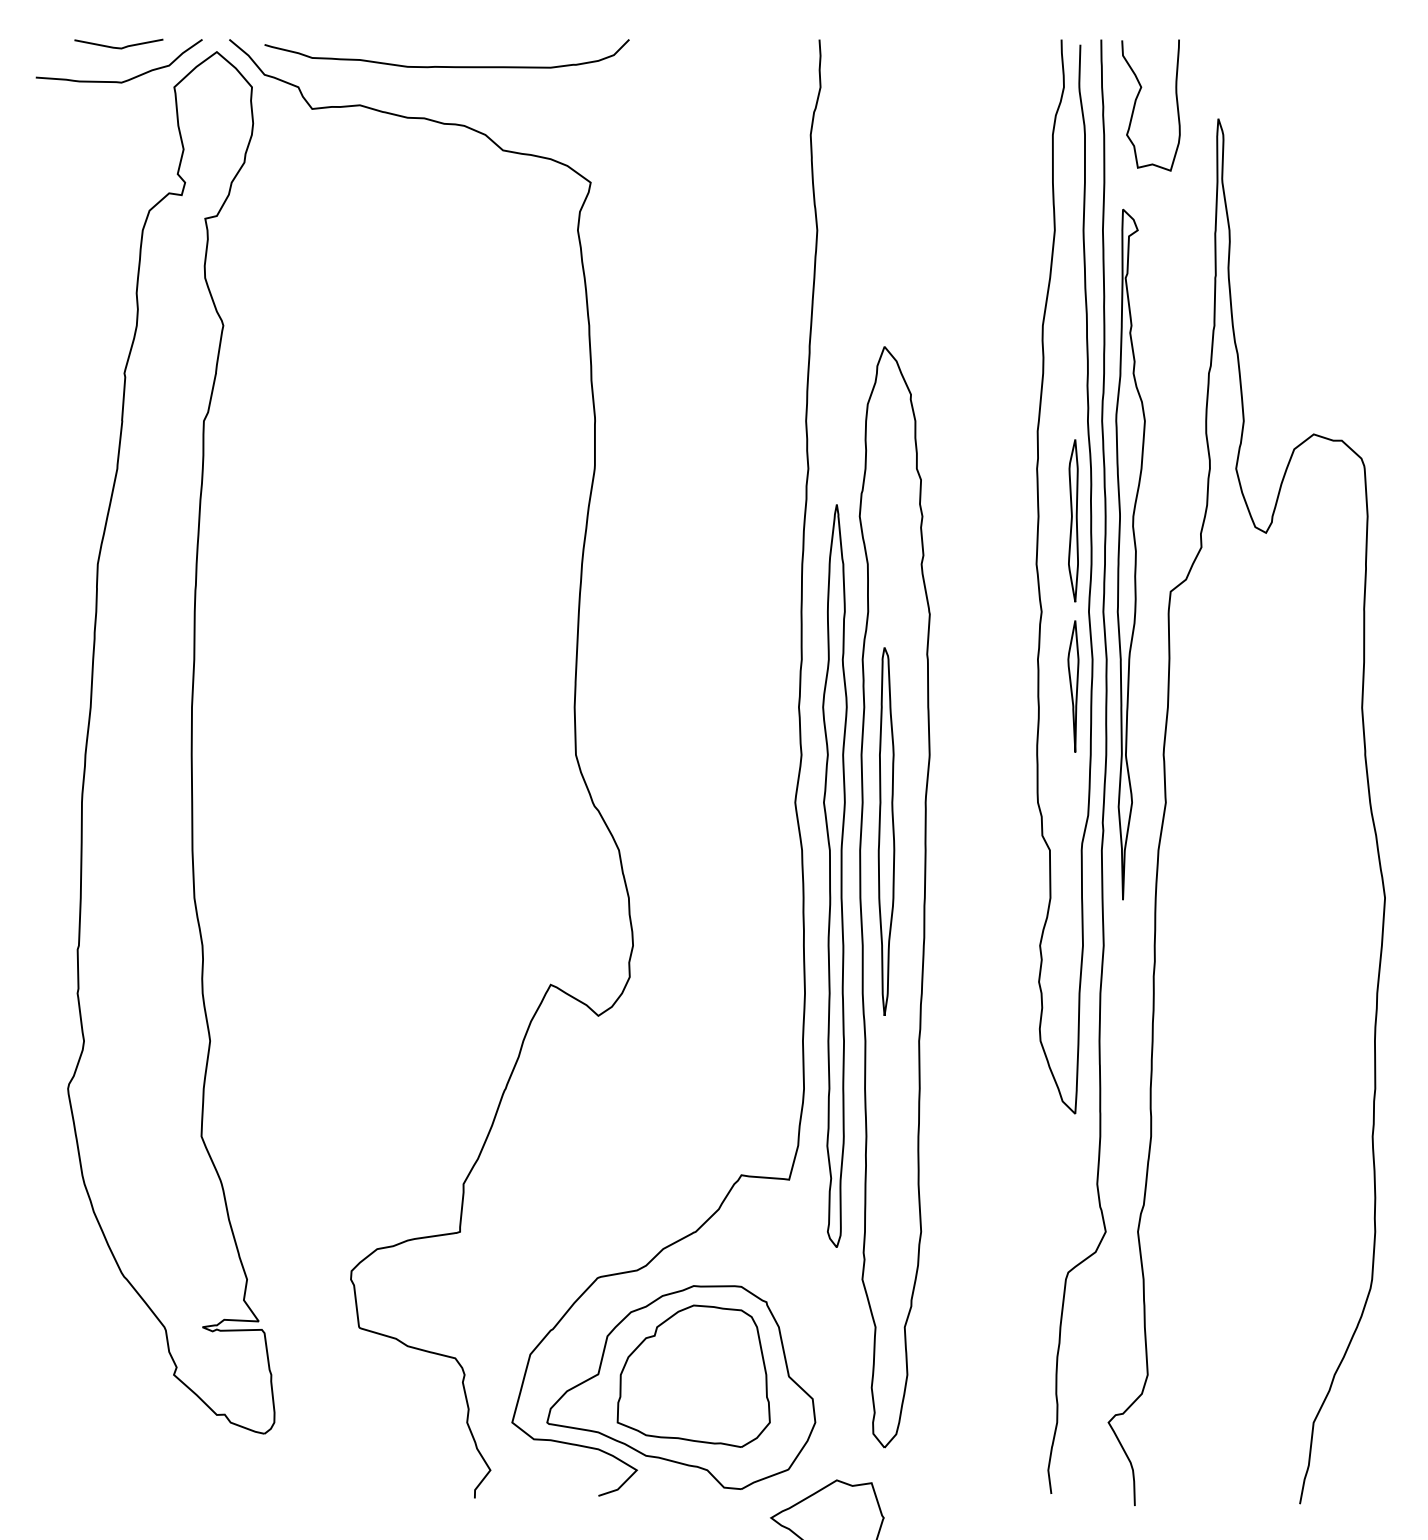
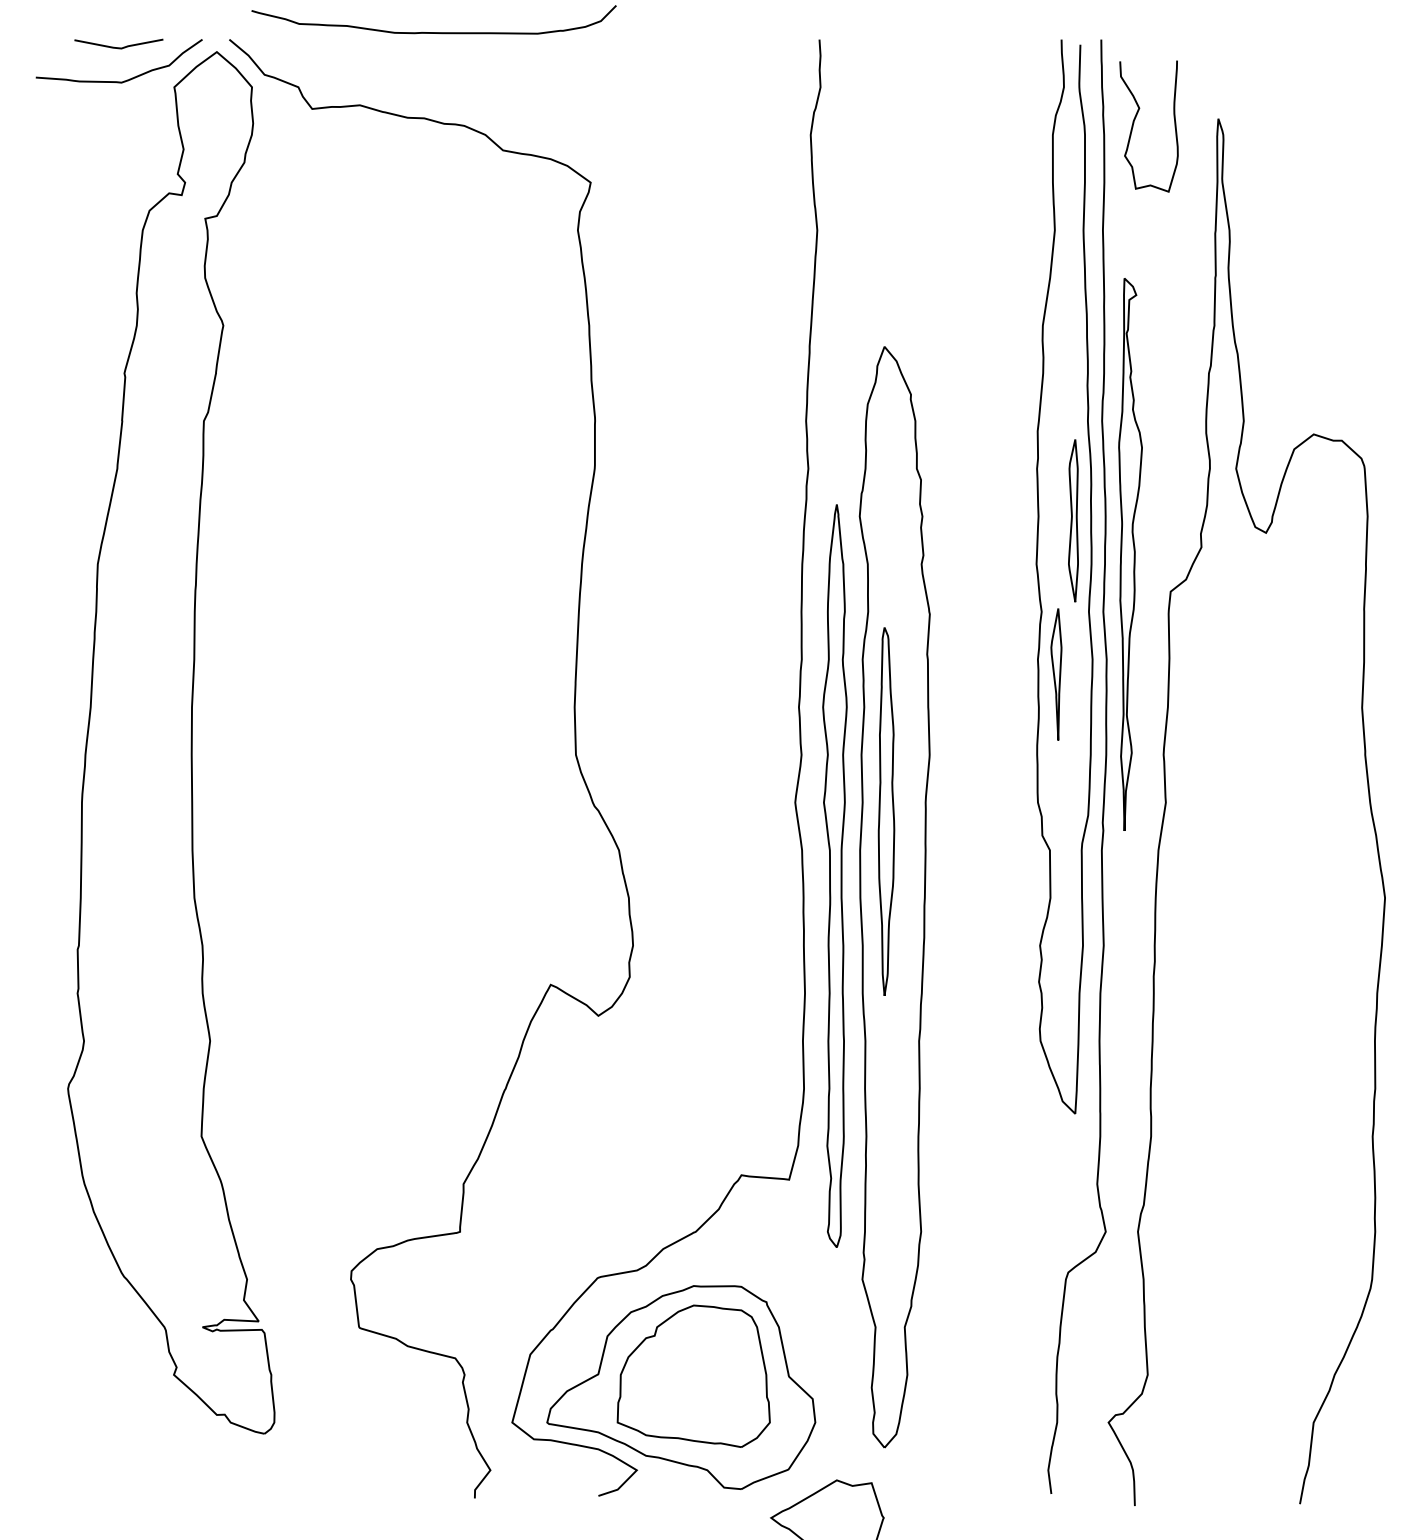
curve at (446, 66) position: (446, 66) -> (433, 32)
curve at (1136, 102) position: (1136, 102) -> (1134, 123)
part at (1130, 554) size: 31x693 px -> 25x553 px
part at (1073, 686) position: (1073, 686) -> (1056, 674)
part at (886, 831) position: (886, 831) -> (886, 811)
